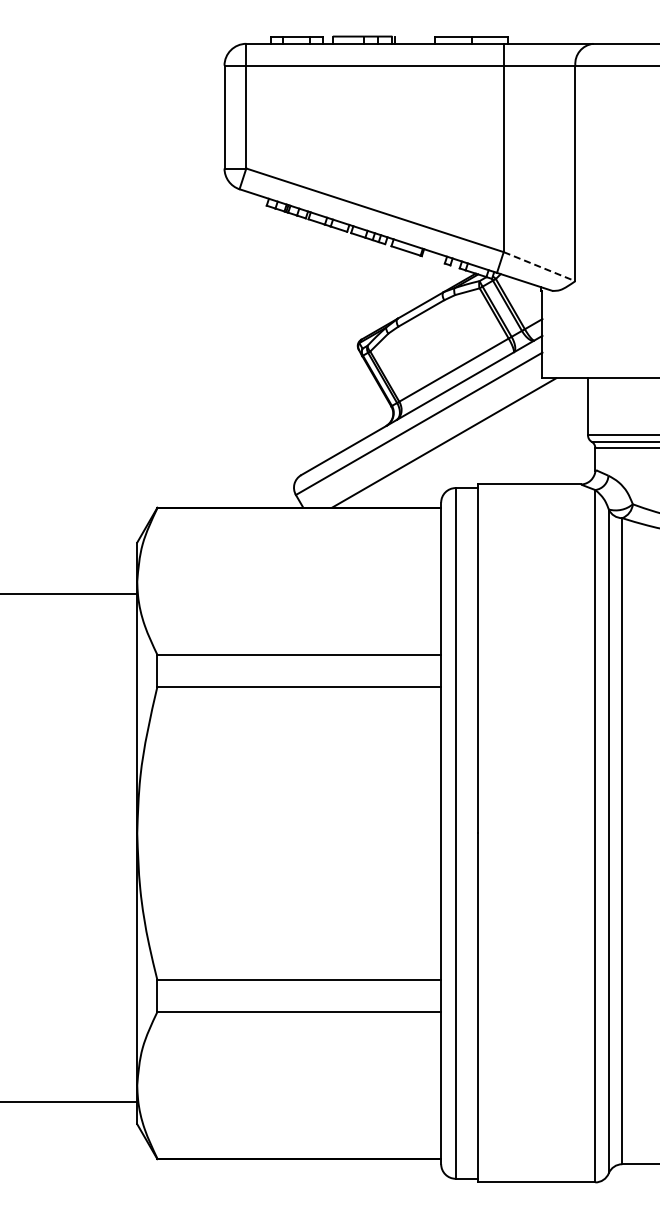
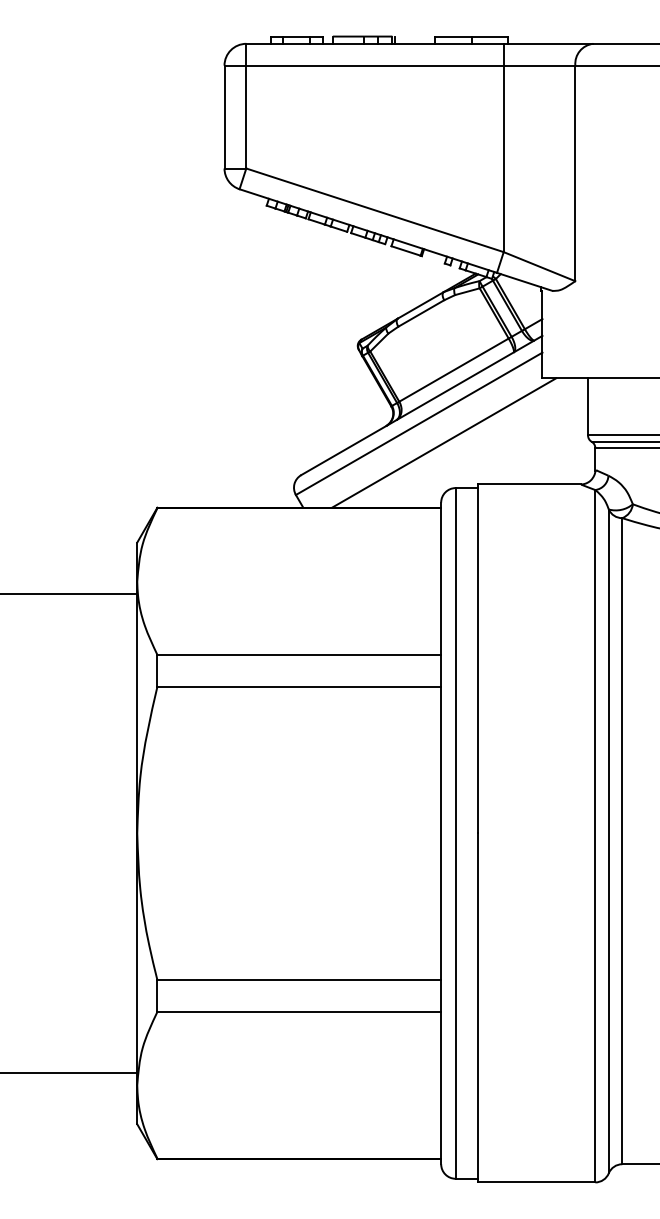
line at (539, 266): dashed -> solid
line at (69, 1102) position: (69, 1102) -> (69, 1073)
